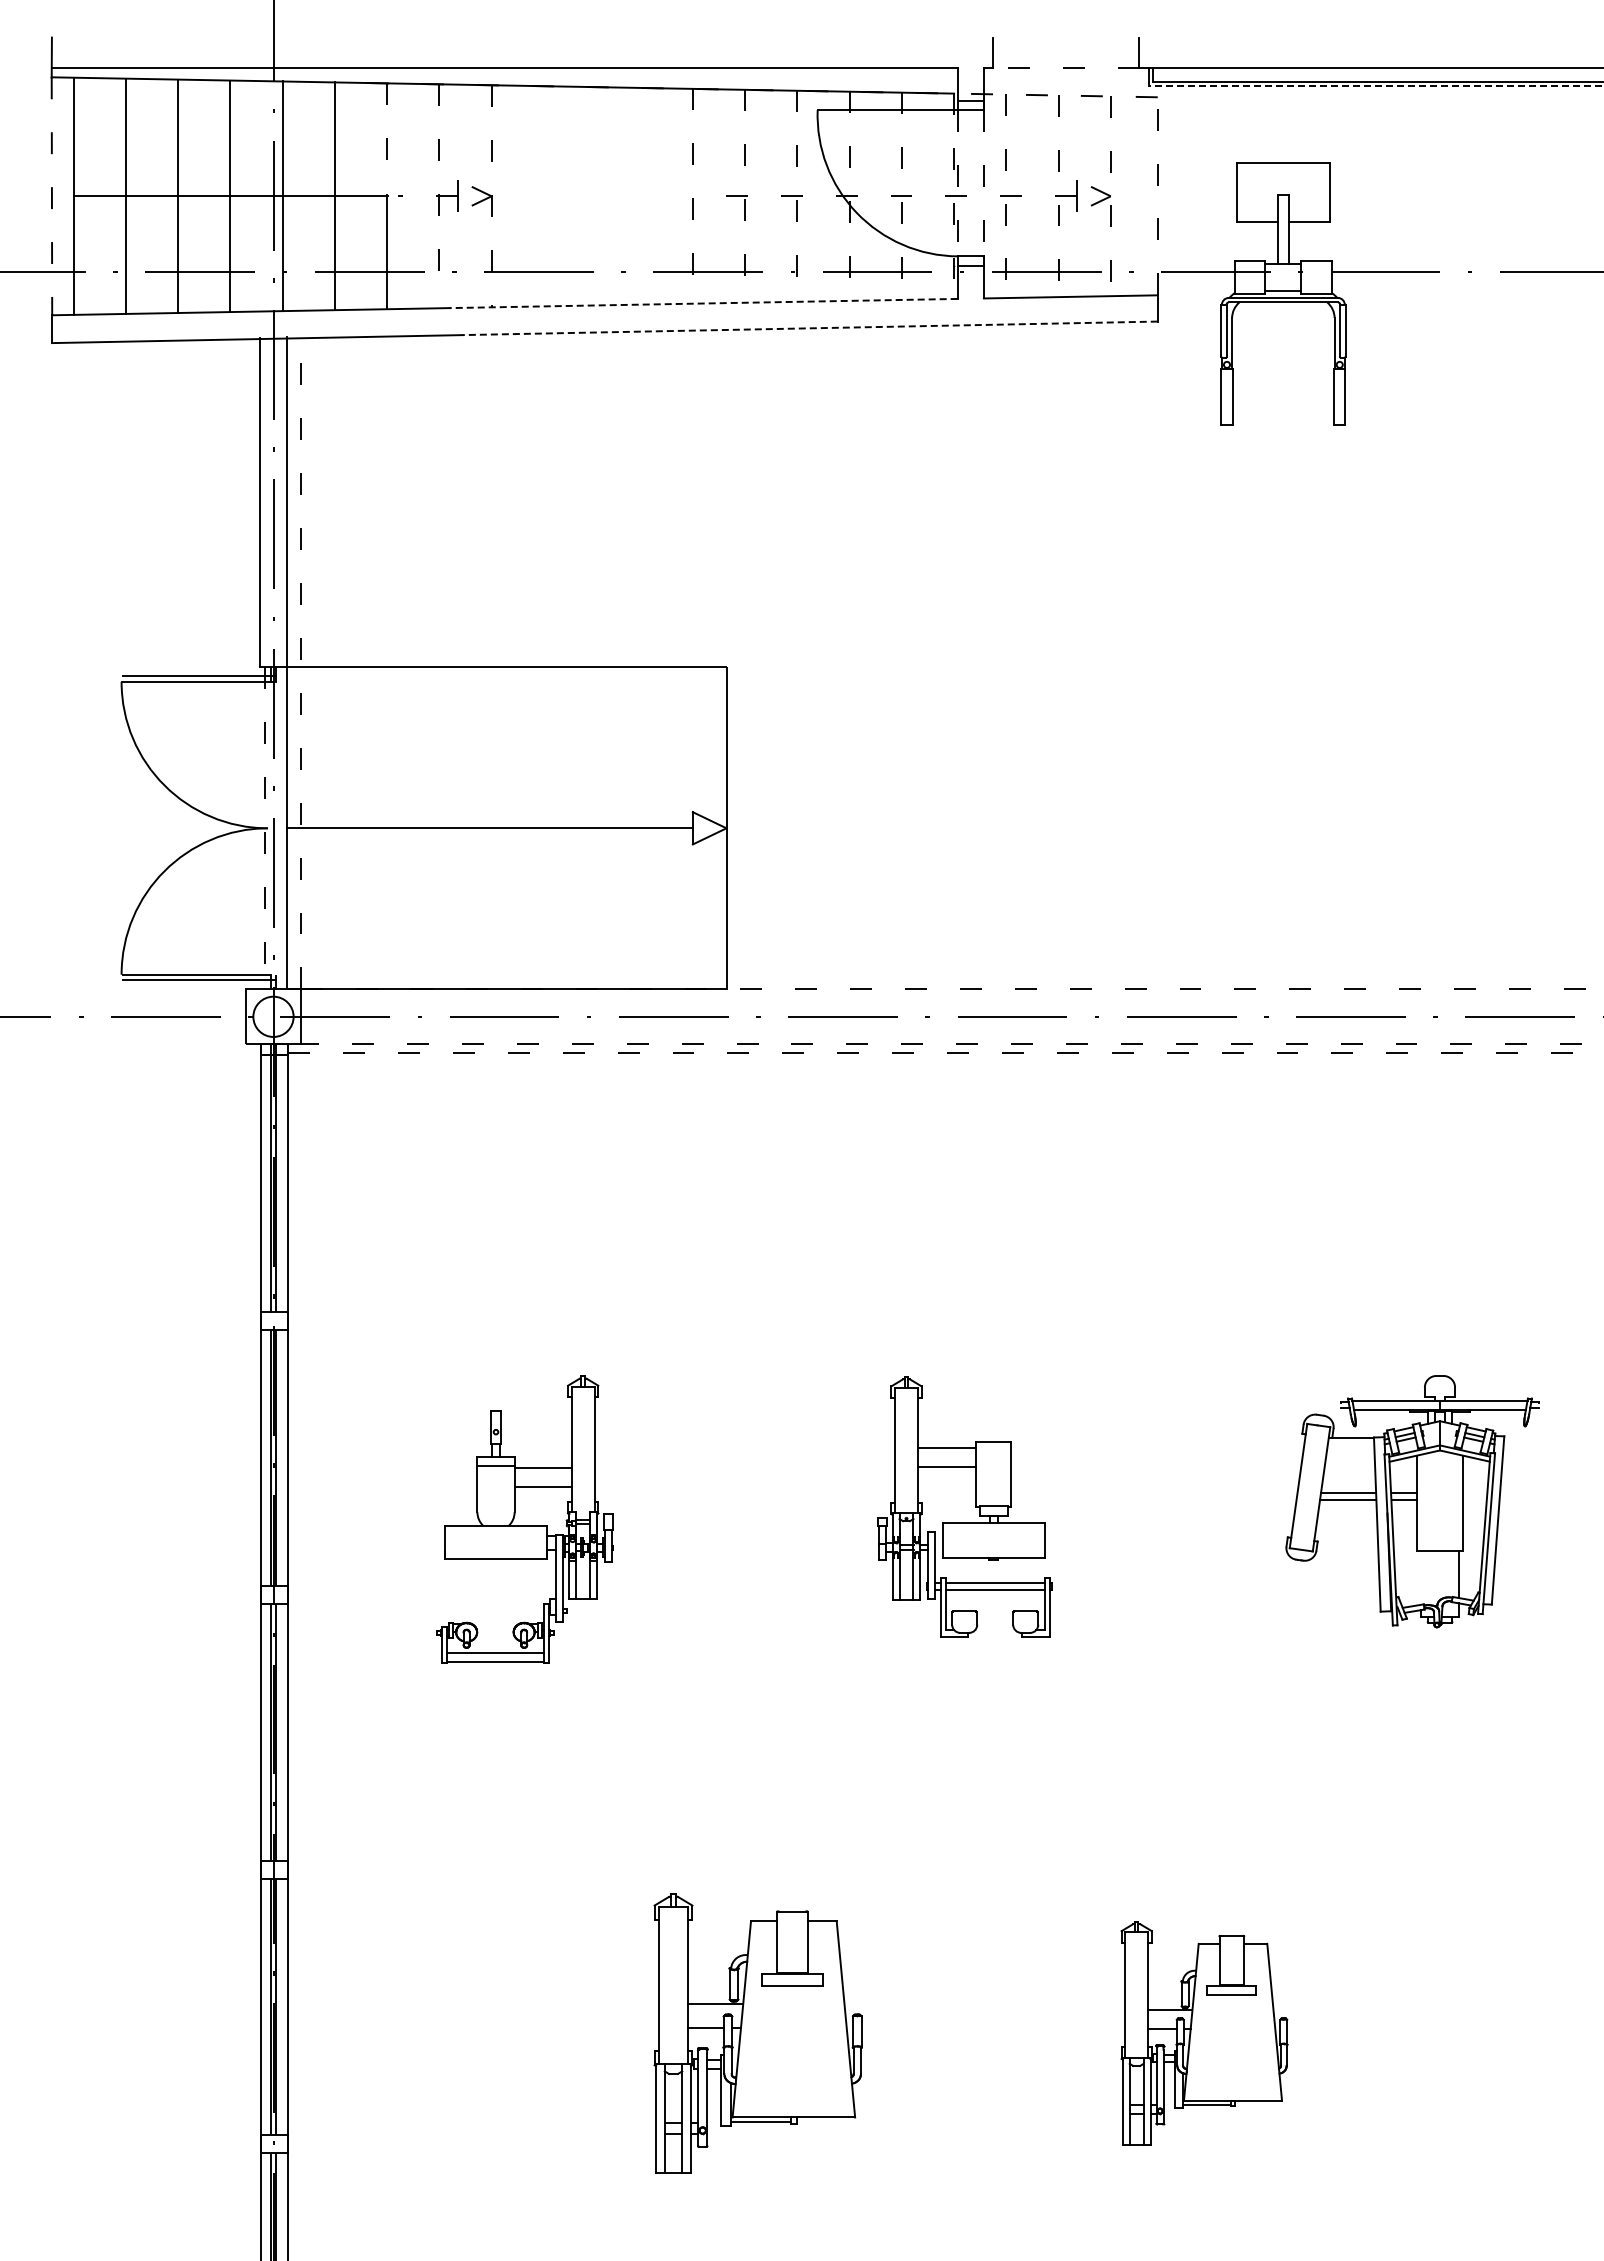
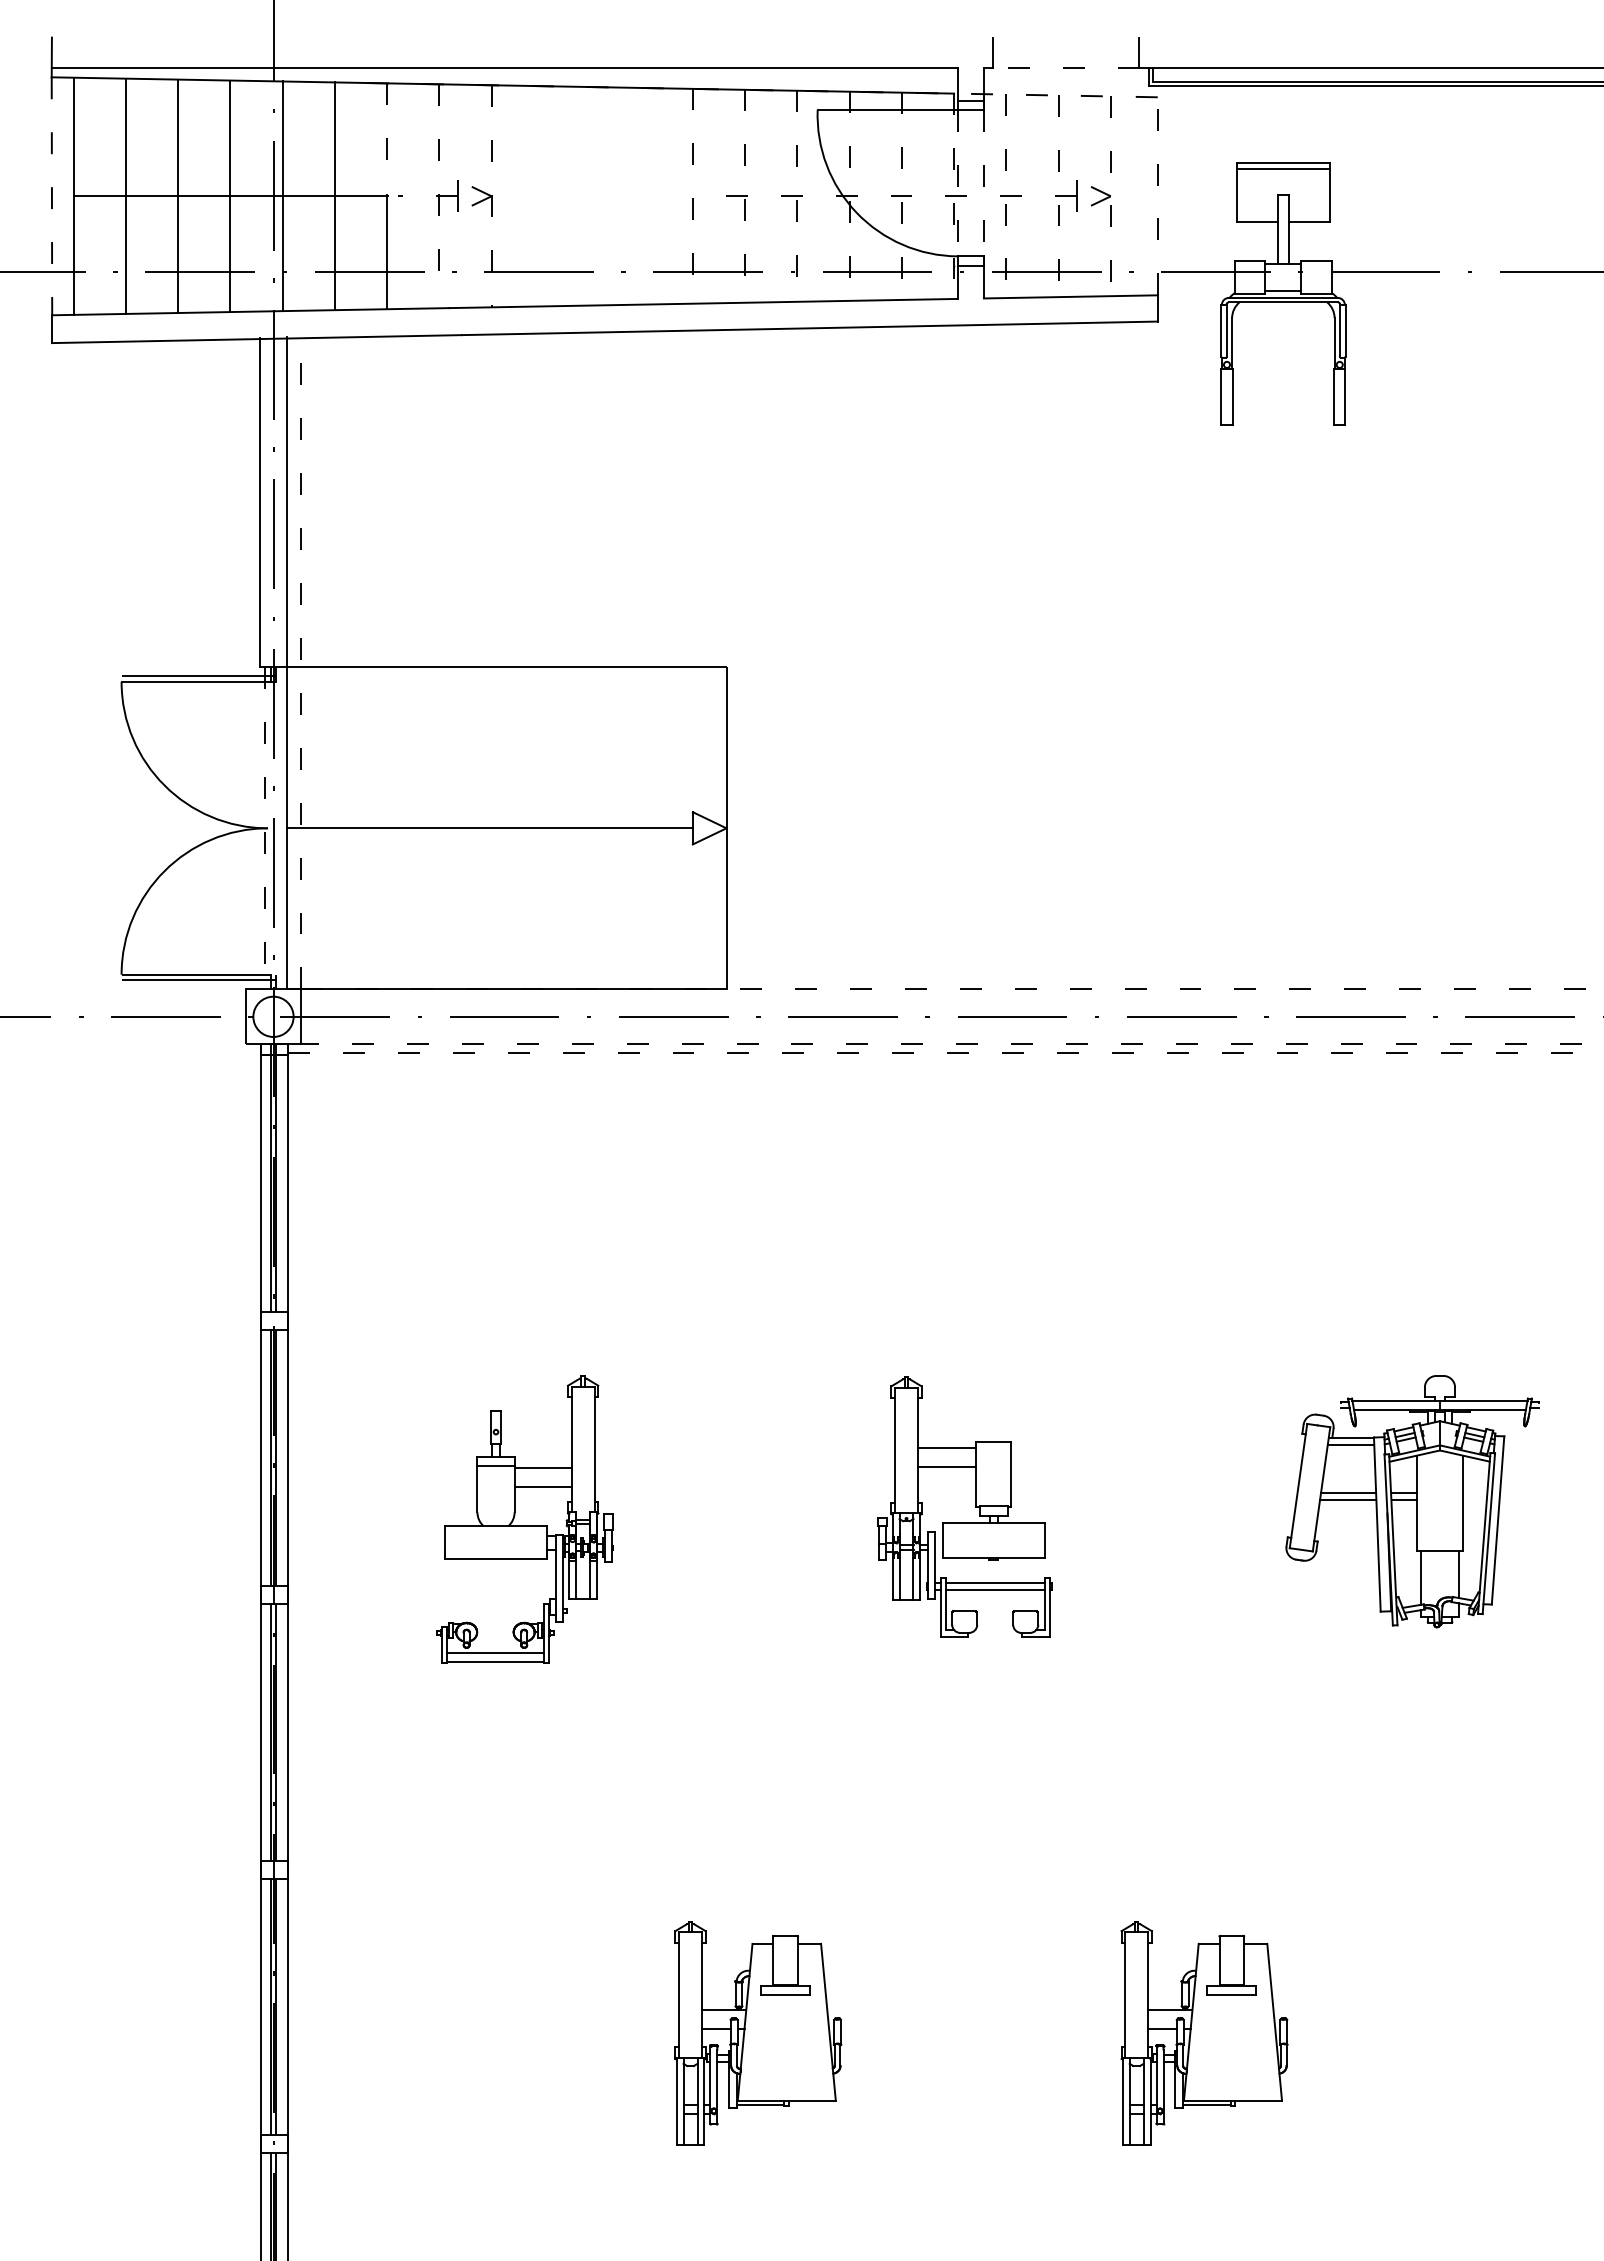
line at (1375, 86): dashed -> solid
line at (1283, 169): none -> present
line at (703, 303): dashed -> solid
line at (809, 328): dashed -> solid
line at (1351, 1444): none -> present
line at (1421, 1577): none -> present
part at (757, 2033) size: 210x281 px -> 169x225 px
